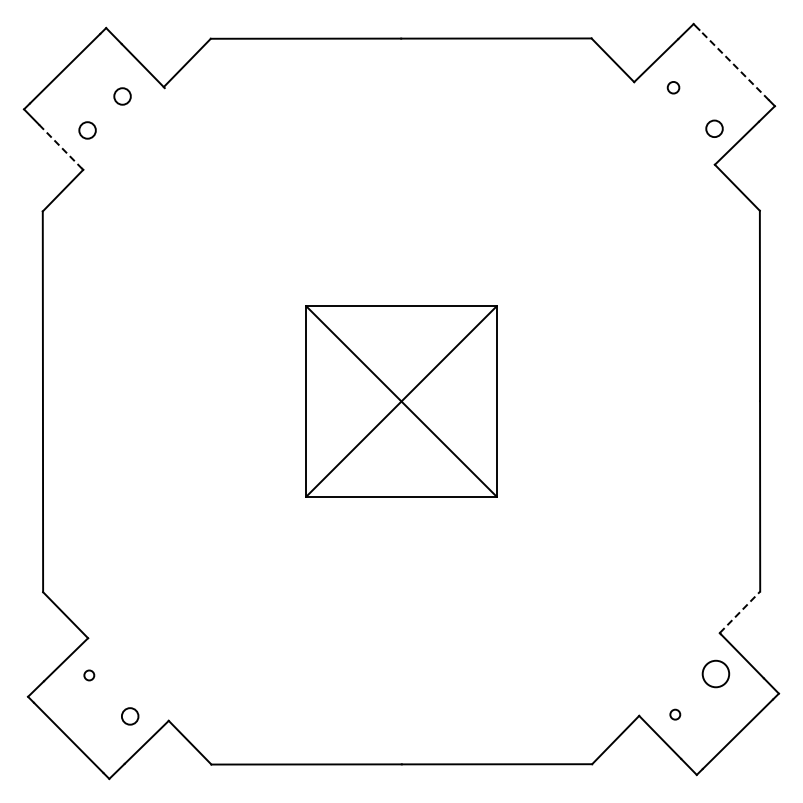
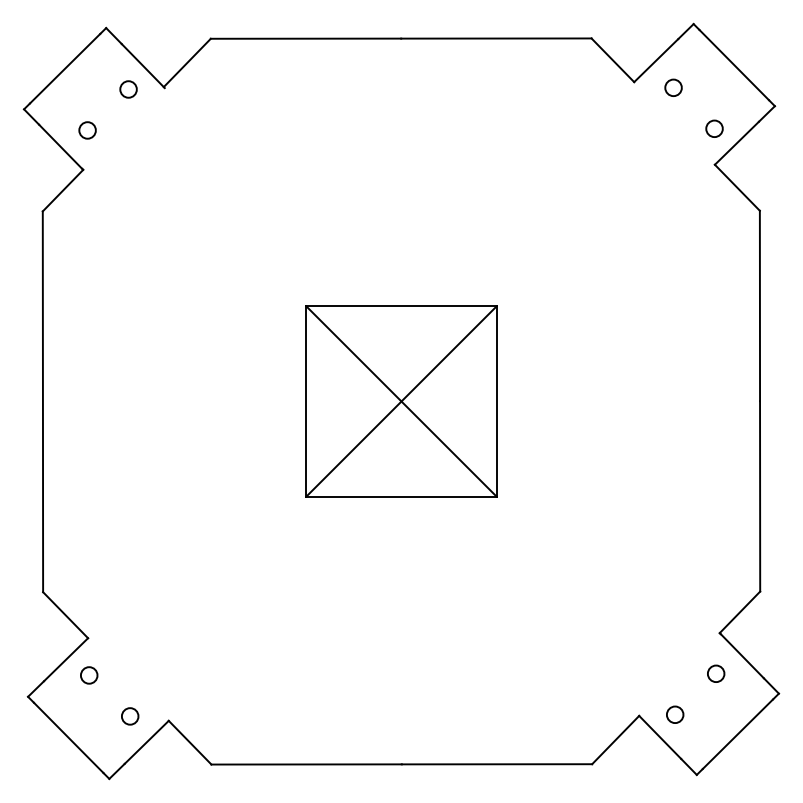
line at (733, 64): dashed -> solid
circle at (673, 87) size: 15x14 px -> 19x19 px
circle at (122, 96) position: (122, 96) -> (128, 89)
line at (60, 146): dashed -> solid
line at (739, 612): dashed -> solid
circle at (715, 673) size: 30x30 px -> 19x19 px
circle at (89, 675) size: 13x13 px -> 19x19 px
circle at (675, 714) size: 13x13 px -> 19x19 px
